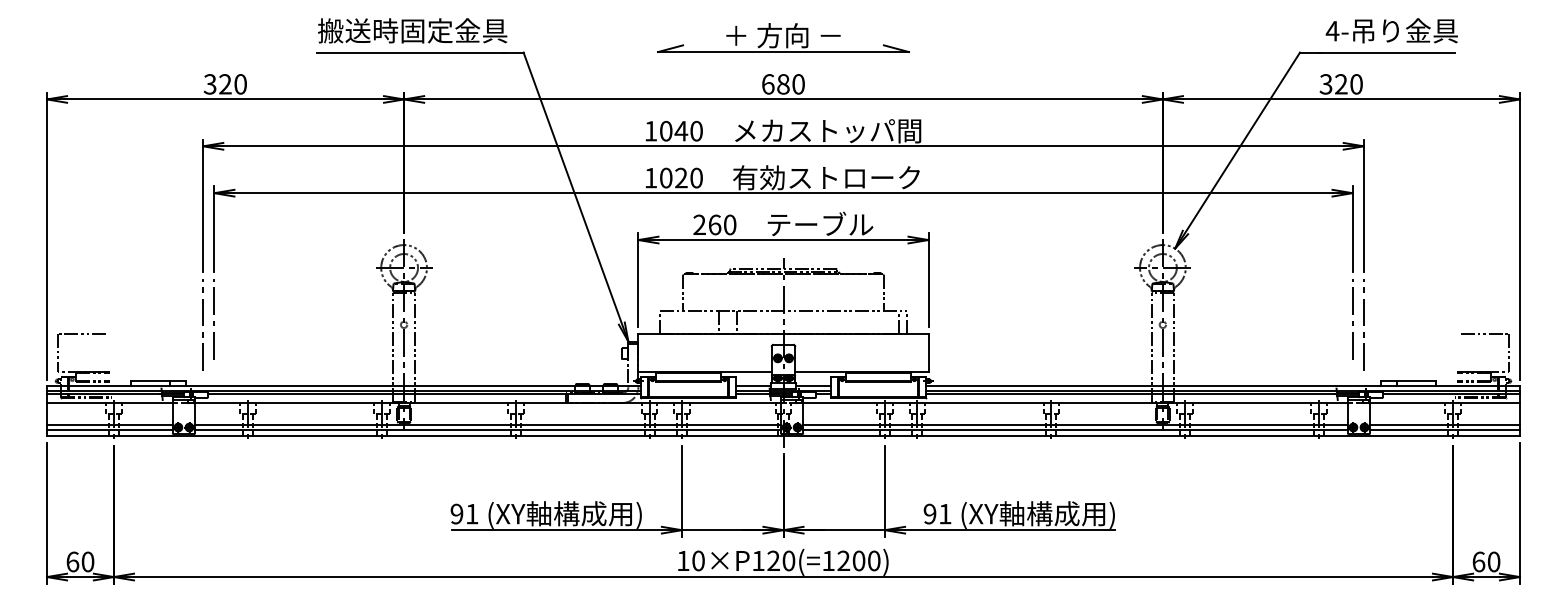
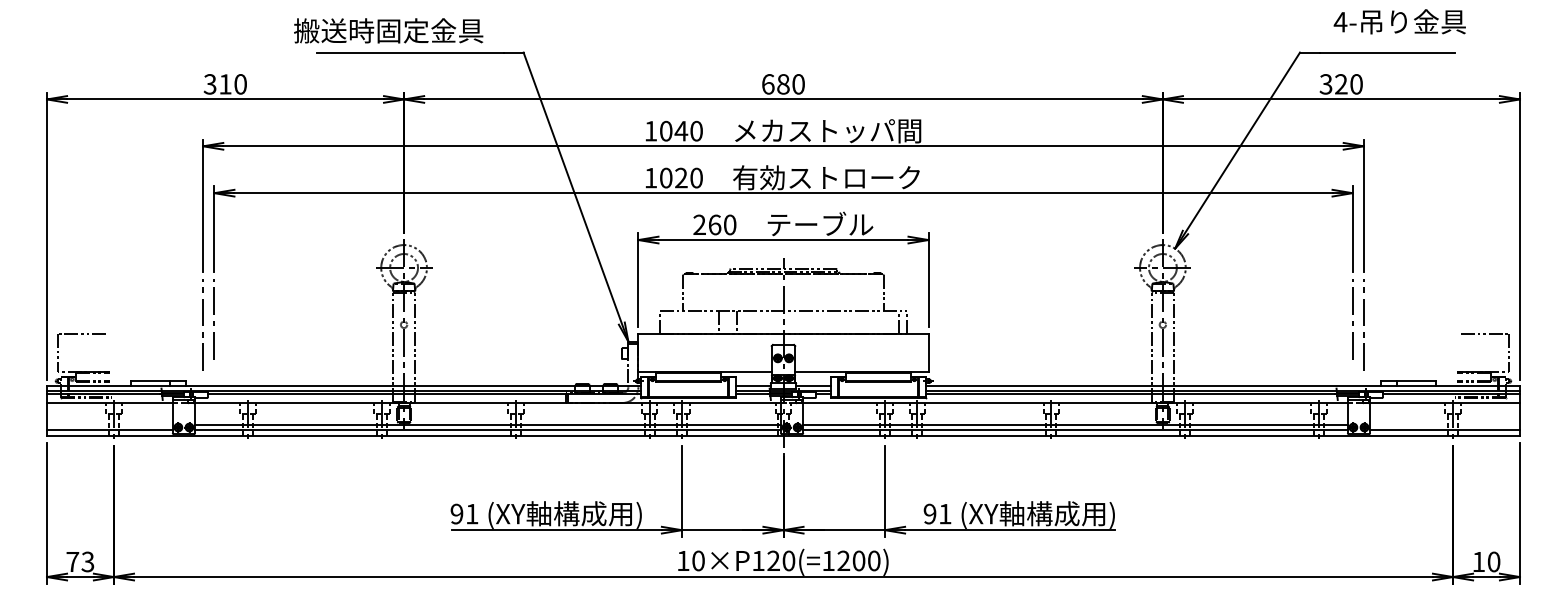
text at (412, 30) position: (412, 30) -> (388, 30)
text at (1391, 30) position: (1391, 30) -> (1399, 21)
part at (783, 38): present -> none
text at (225, 84): 320 -> 310
line at (109, 425): present -> none
line at (1444, 425): present -> none
text at (80, 561): 60 -> 73
text at (1478, 561): 60 -> 10
